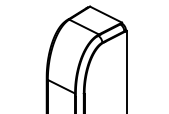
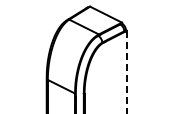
line at (126, 72): solid -> dashed
